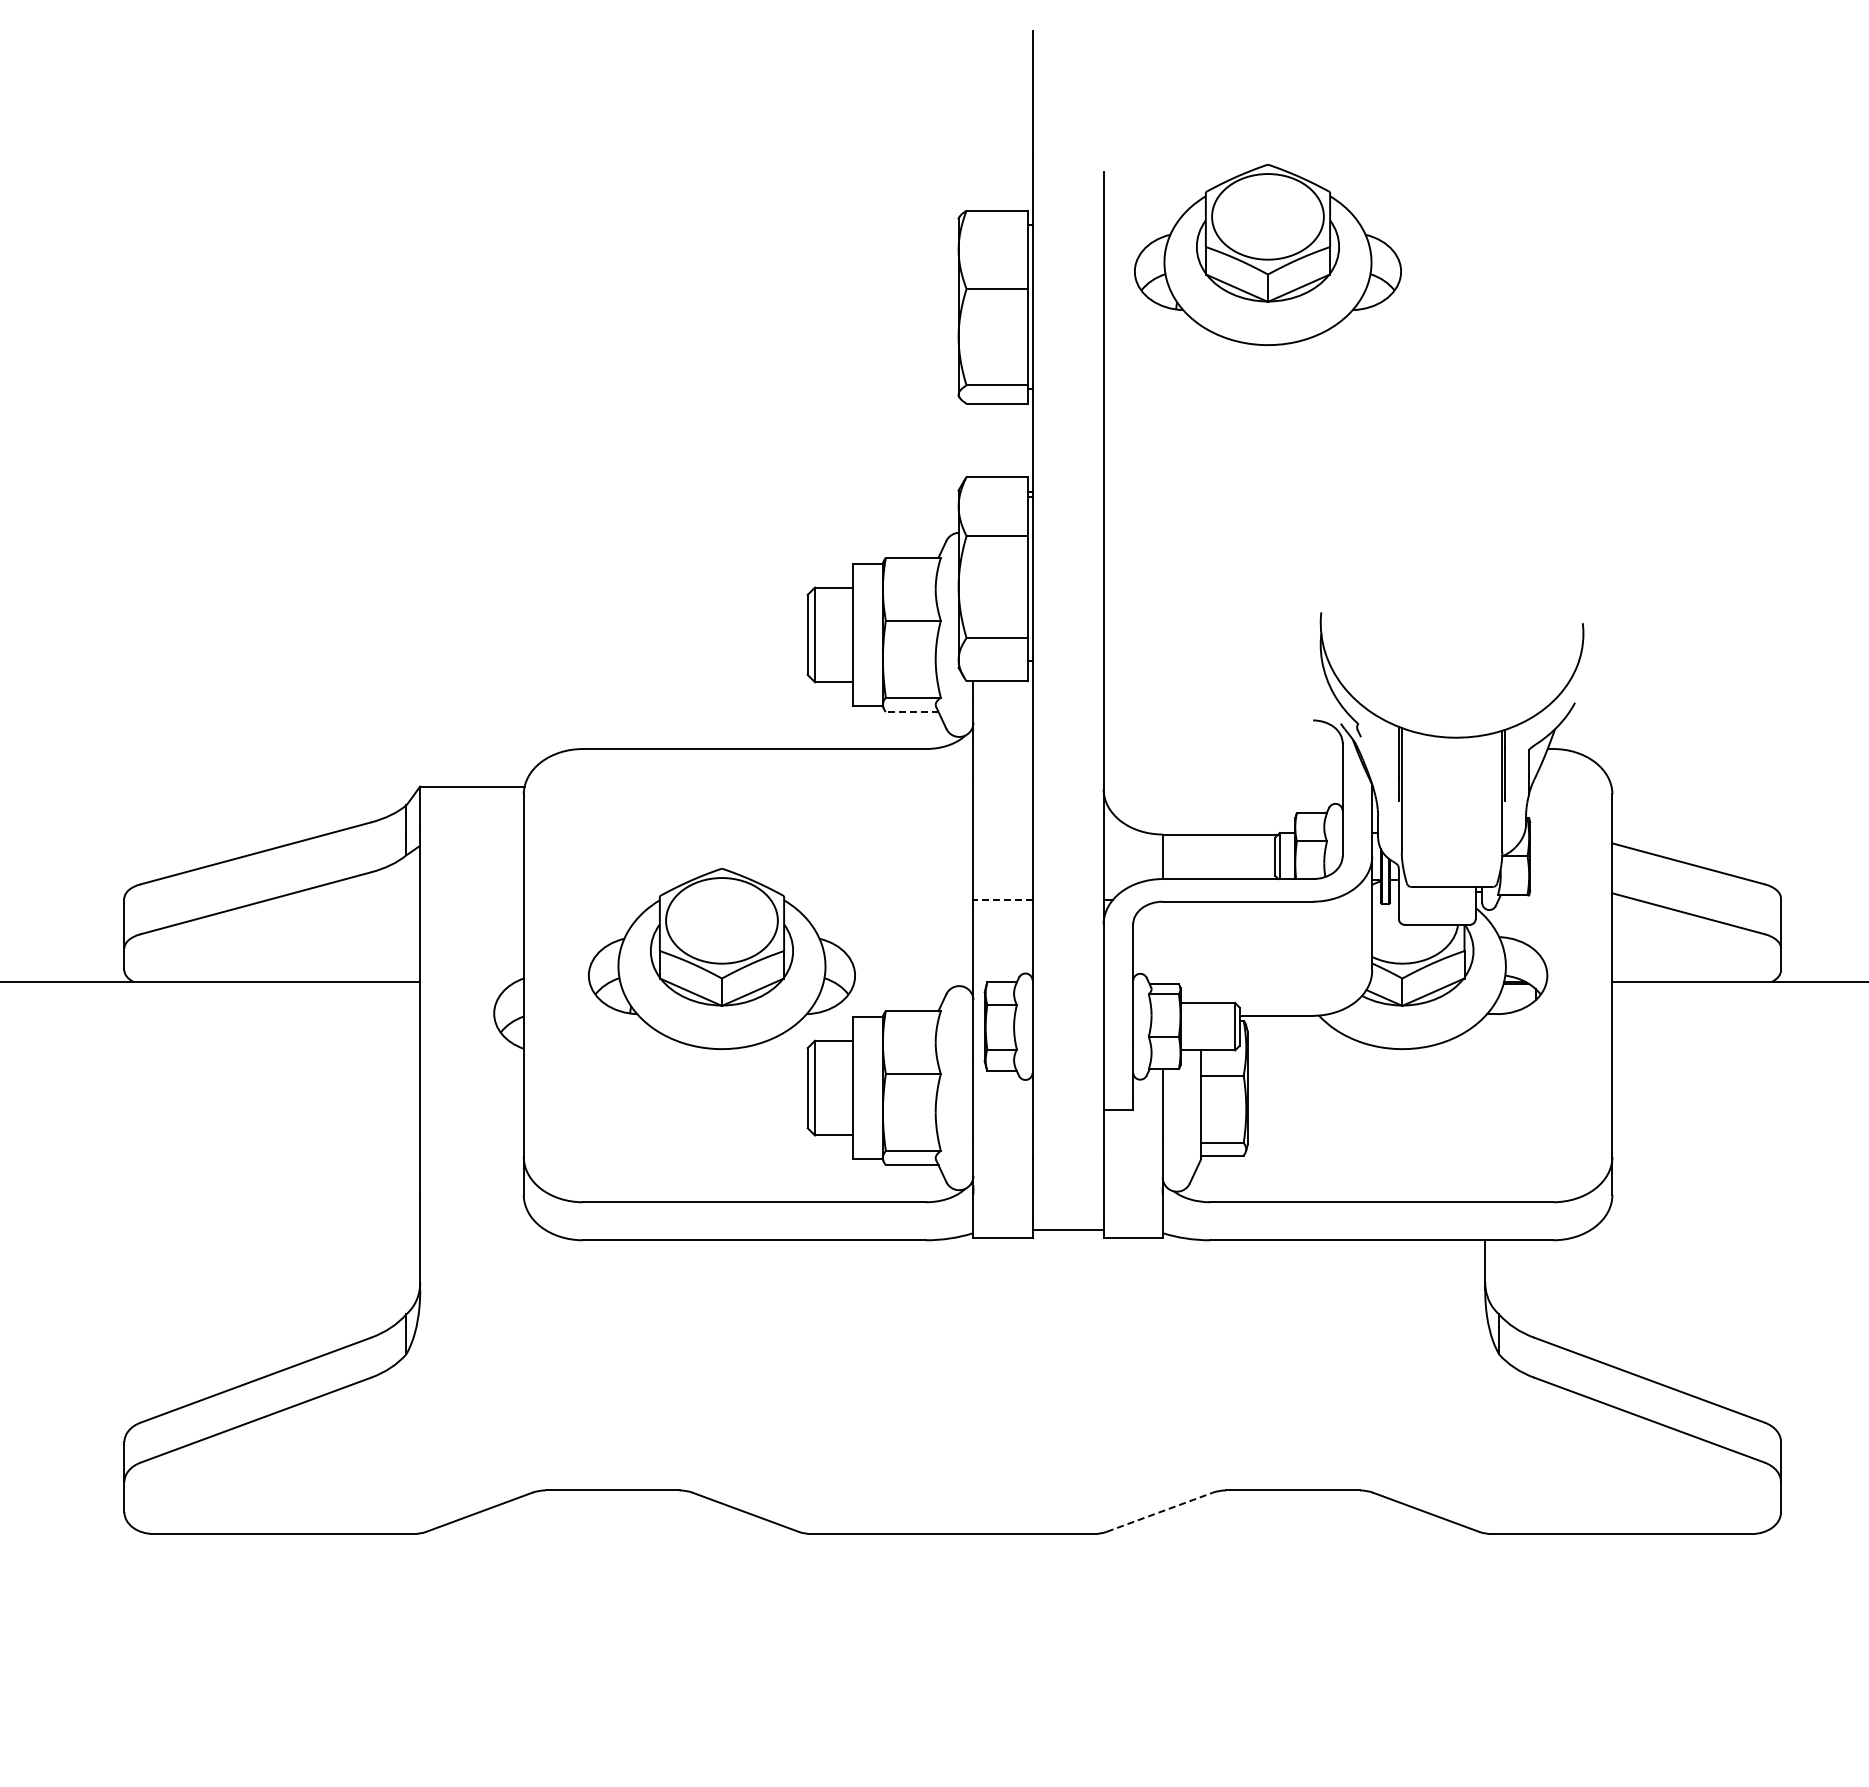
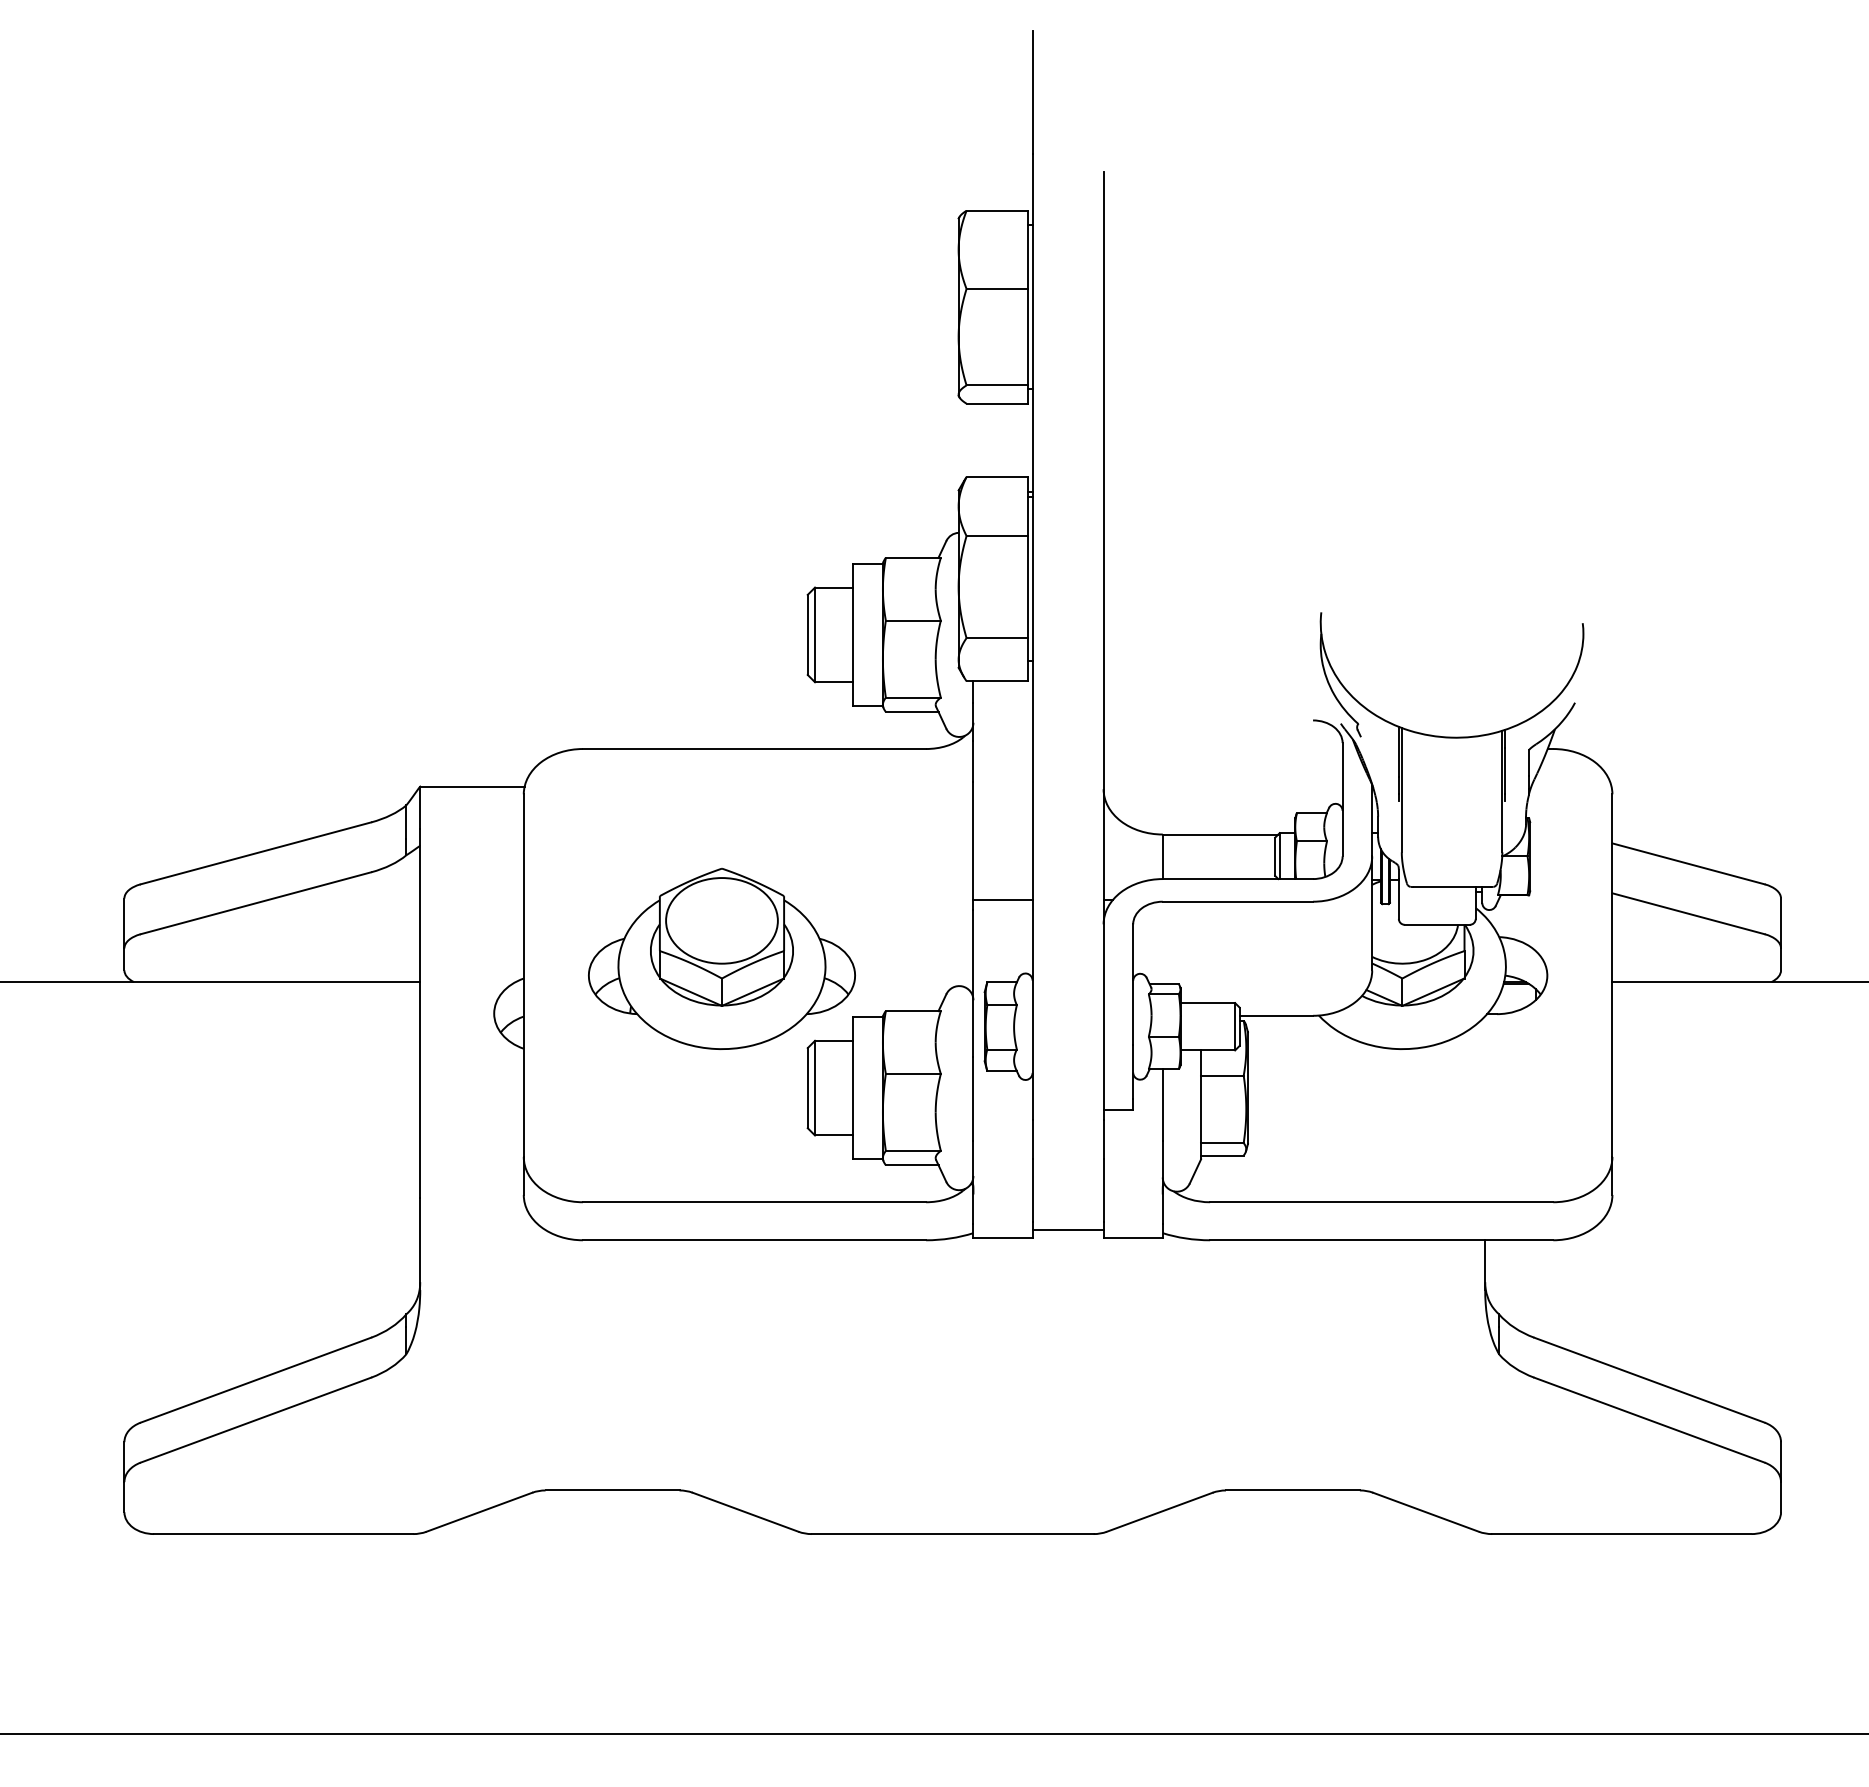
part at (1267, 254): present -> none
line at (911, 711): dashed -> solid
line at (1003, 899): dashed -> solid
line at (1160, 1512): dashed -> solid
line at (933, 1733): none -> present
